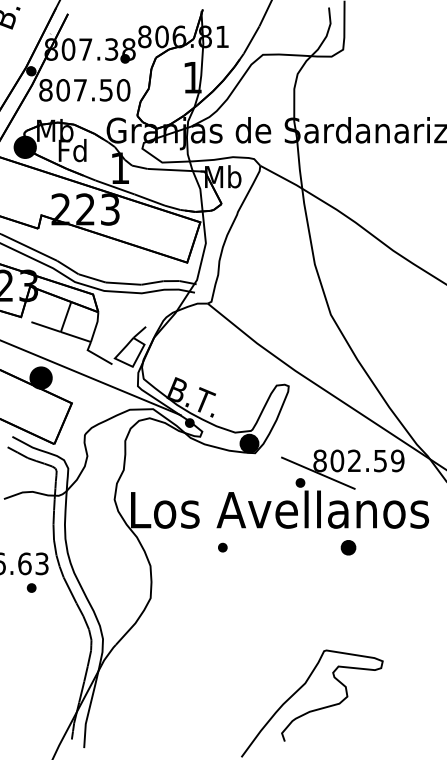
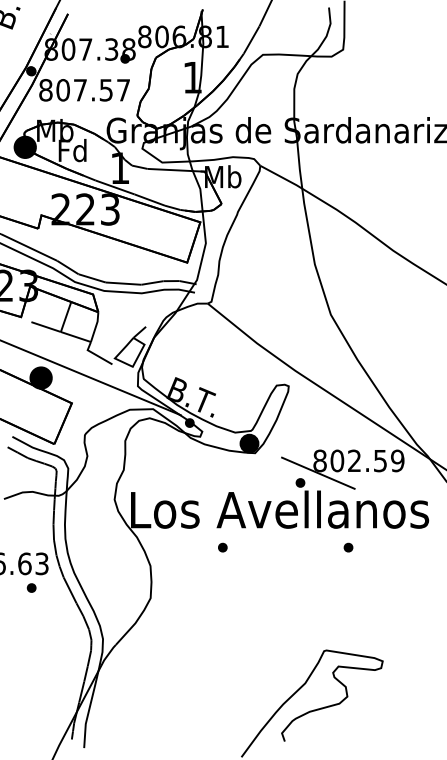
text at (123, 90): 807.50 -> 807.57
part at (348, 547) size: 17x16 px -> 11x11 px
